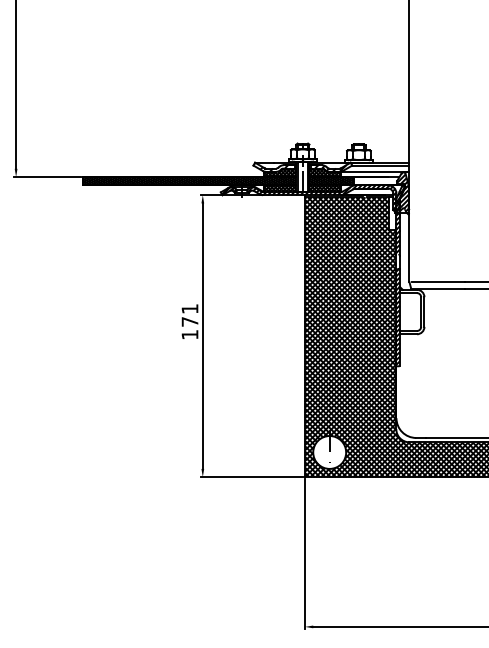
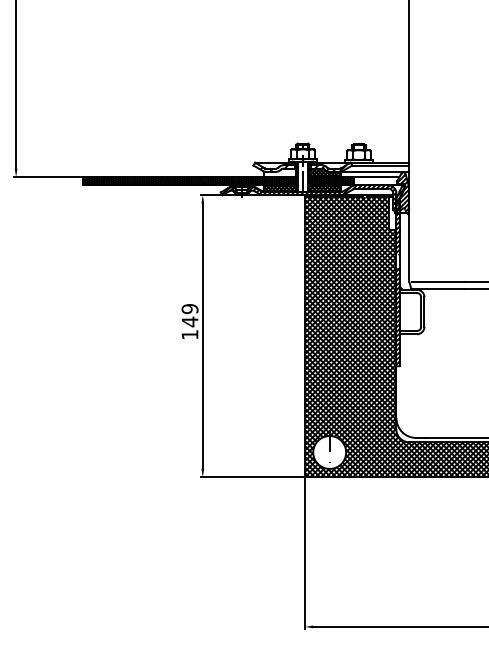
hatch at (279, 172): present -> none
text at (189, 315): 171 -> 149
